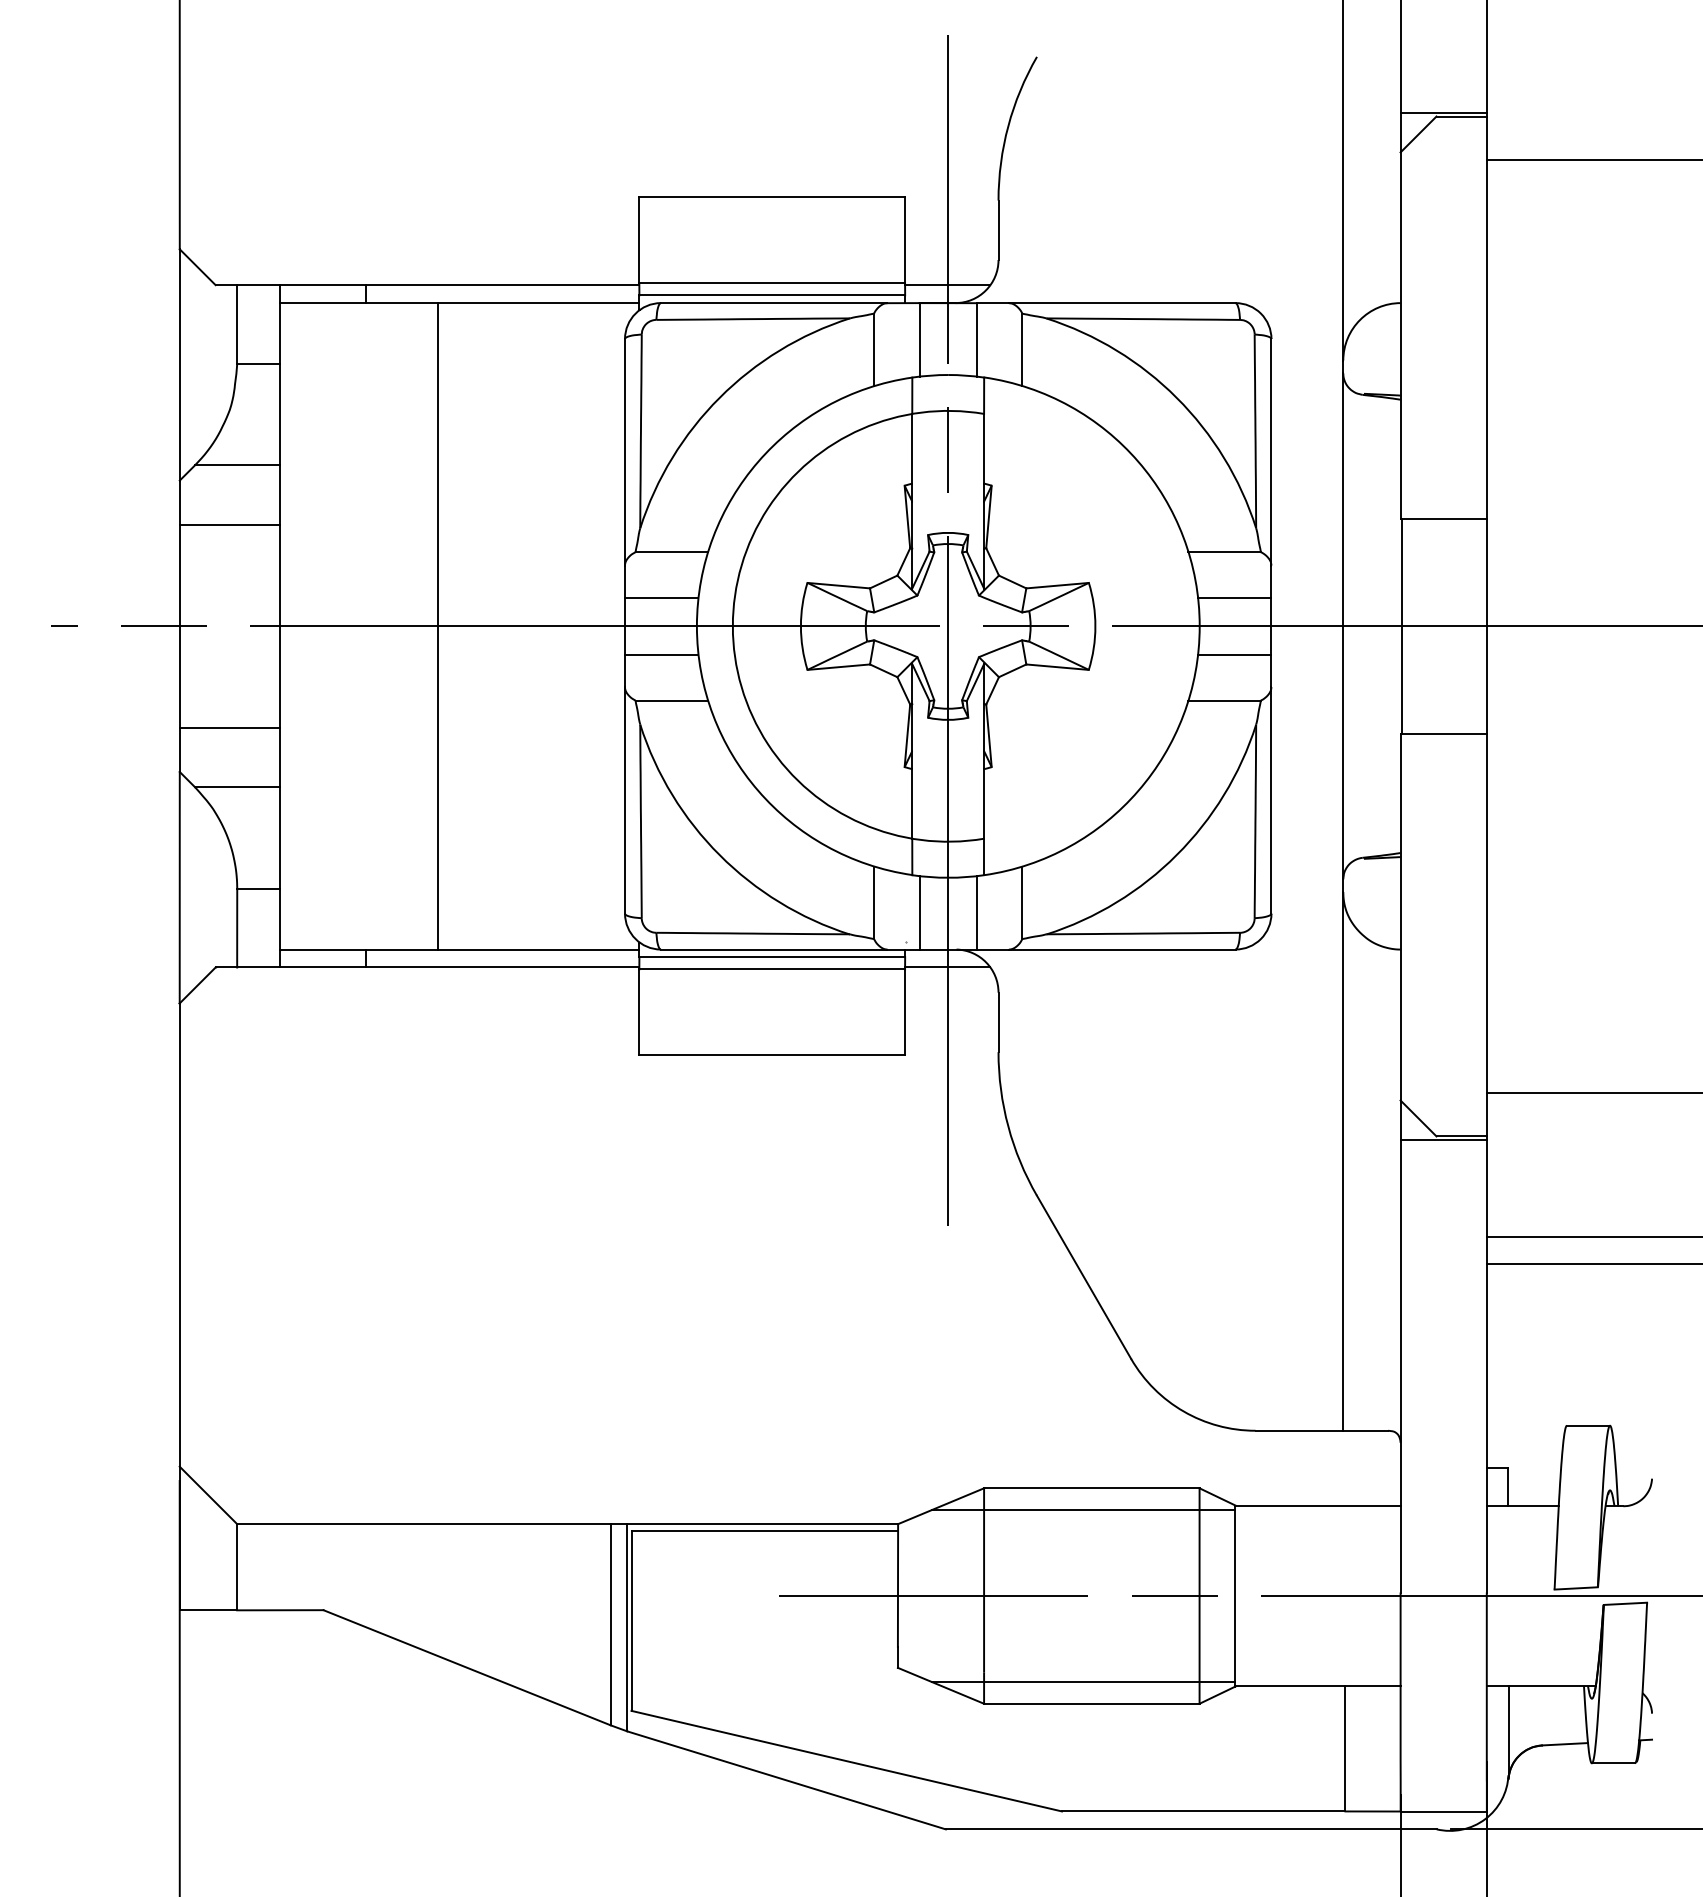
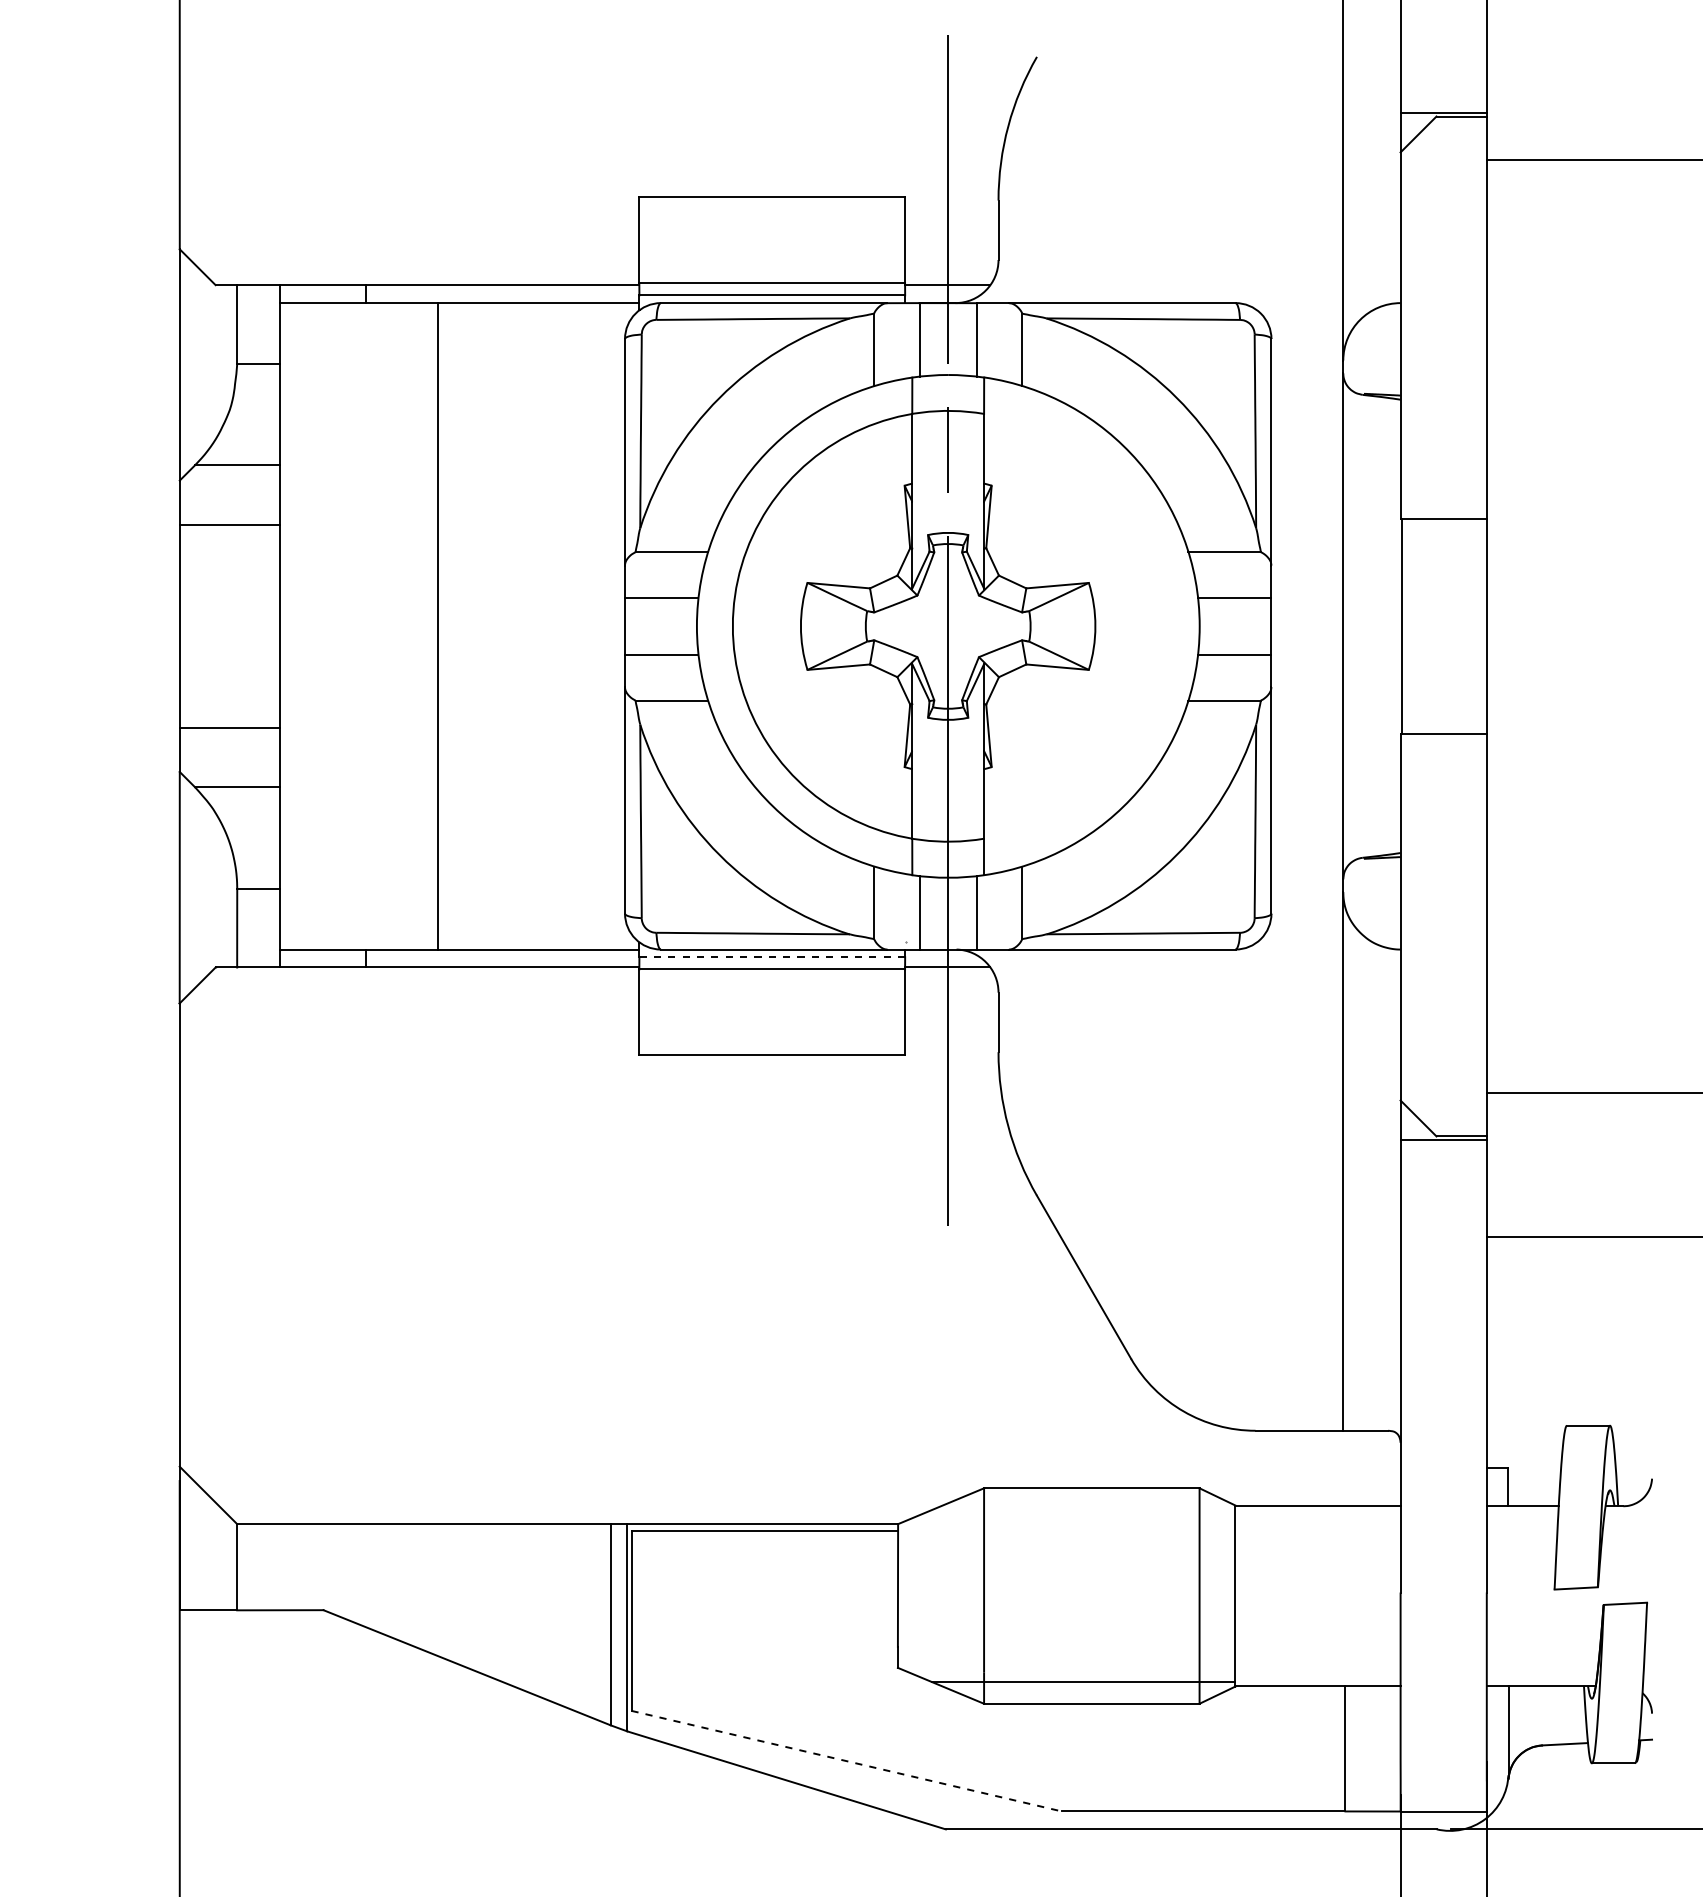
line at (874, 626): present -> none
line at (772, 957): solid -> dashed
line at (1592, 1264): present -> none
line at (1083, 1510): present -> none
line at (1238, 1596): present -> none
line at (847, 1761): solid -> dashed
